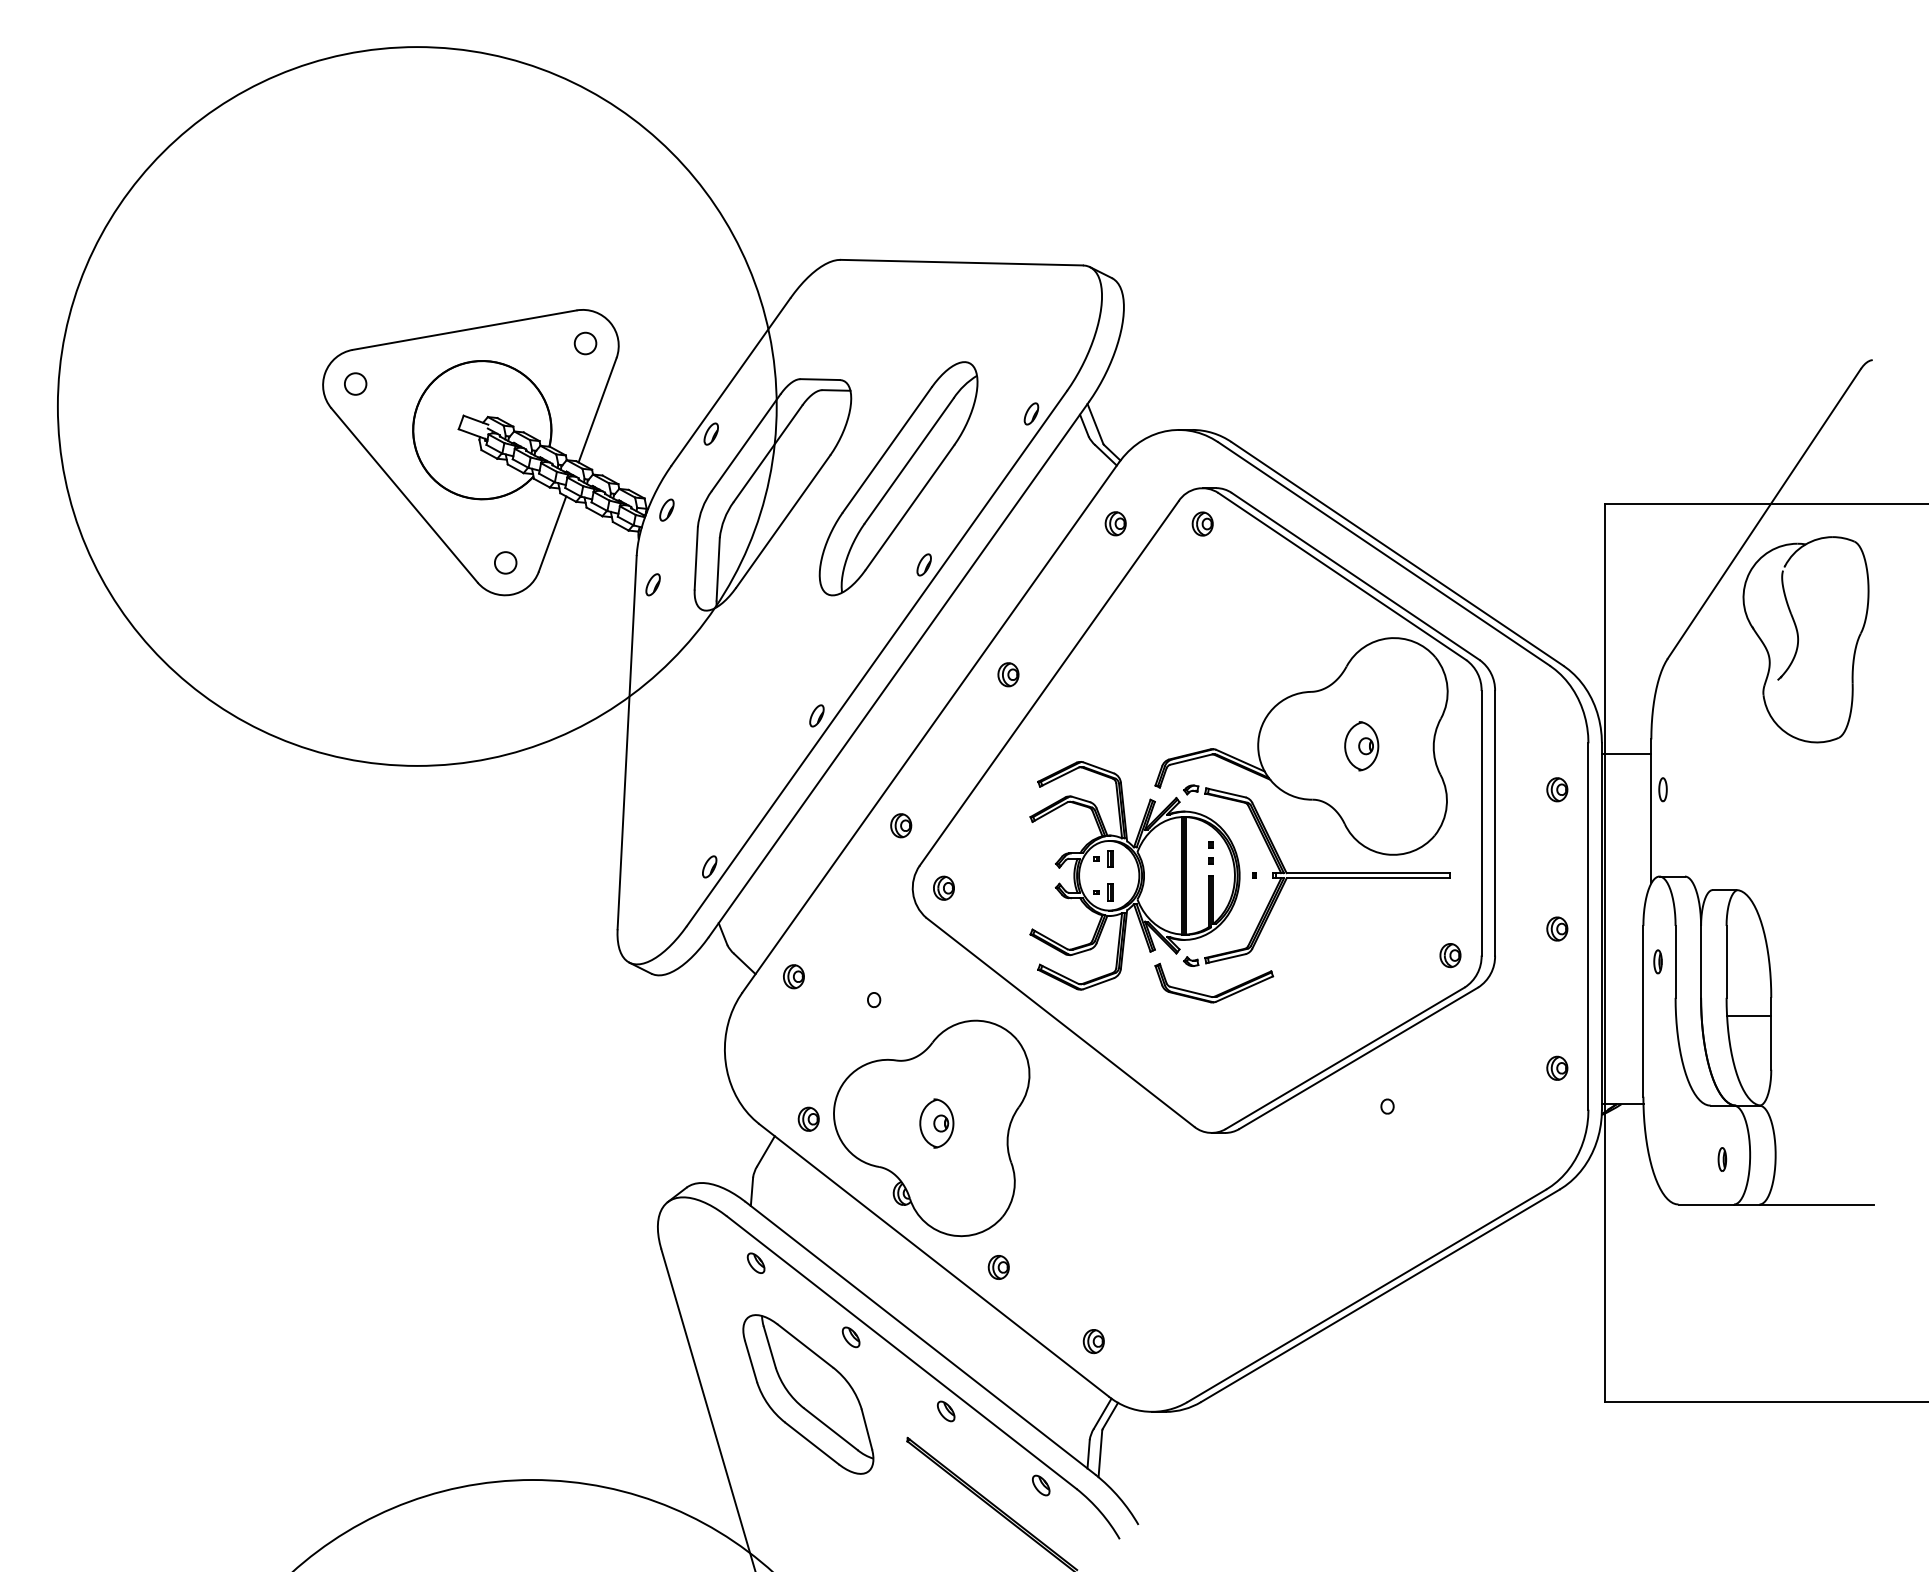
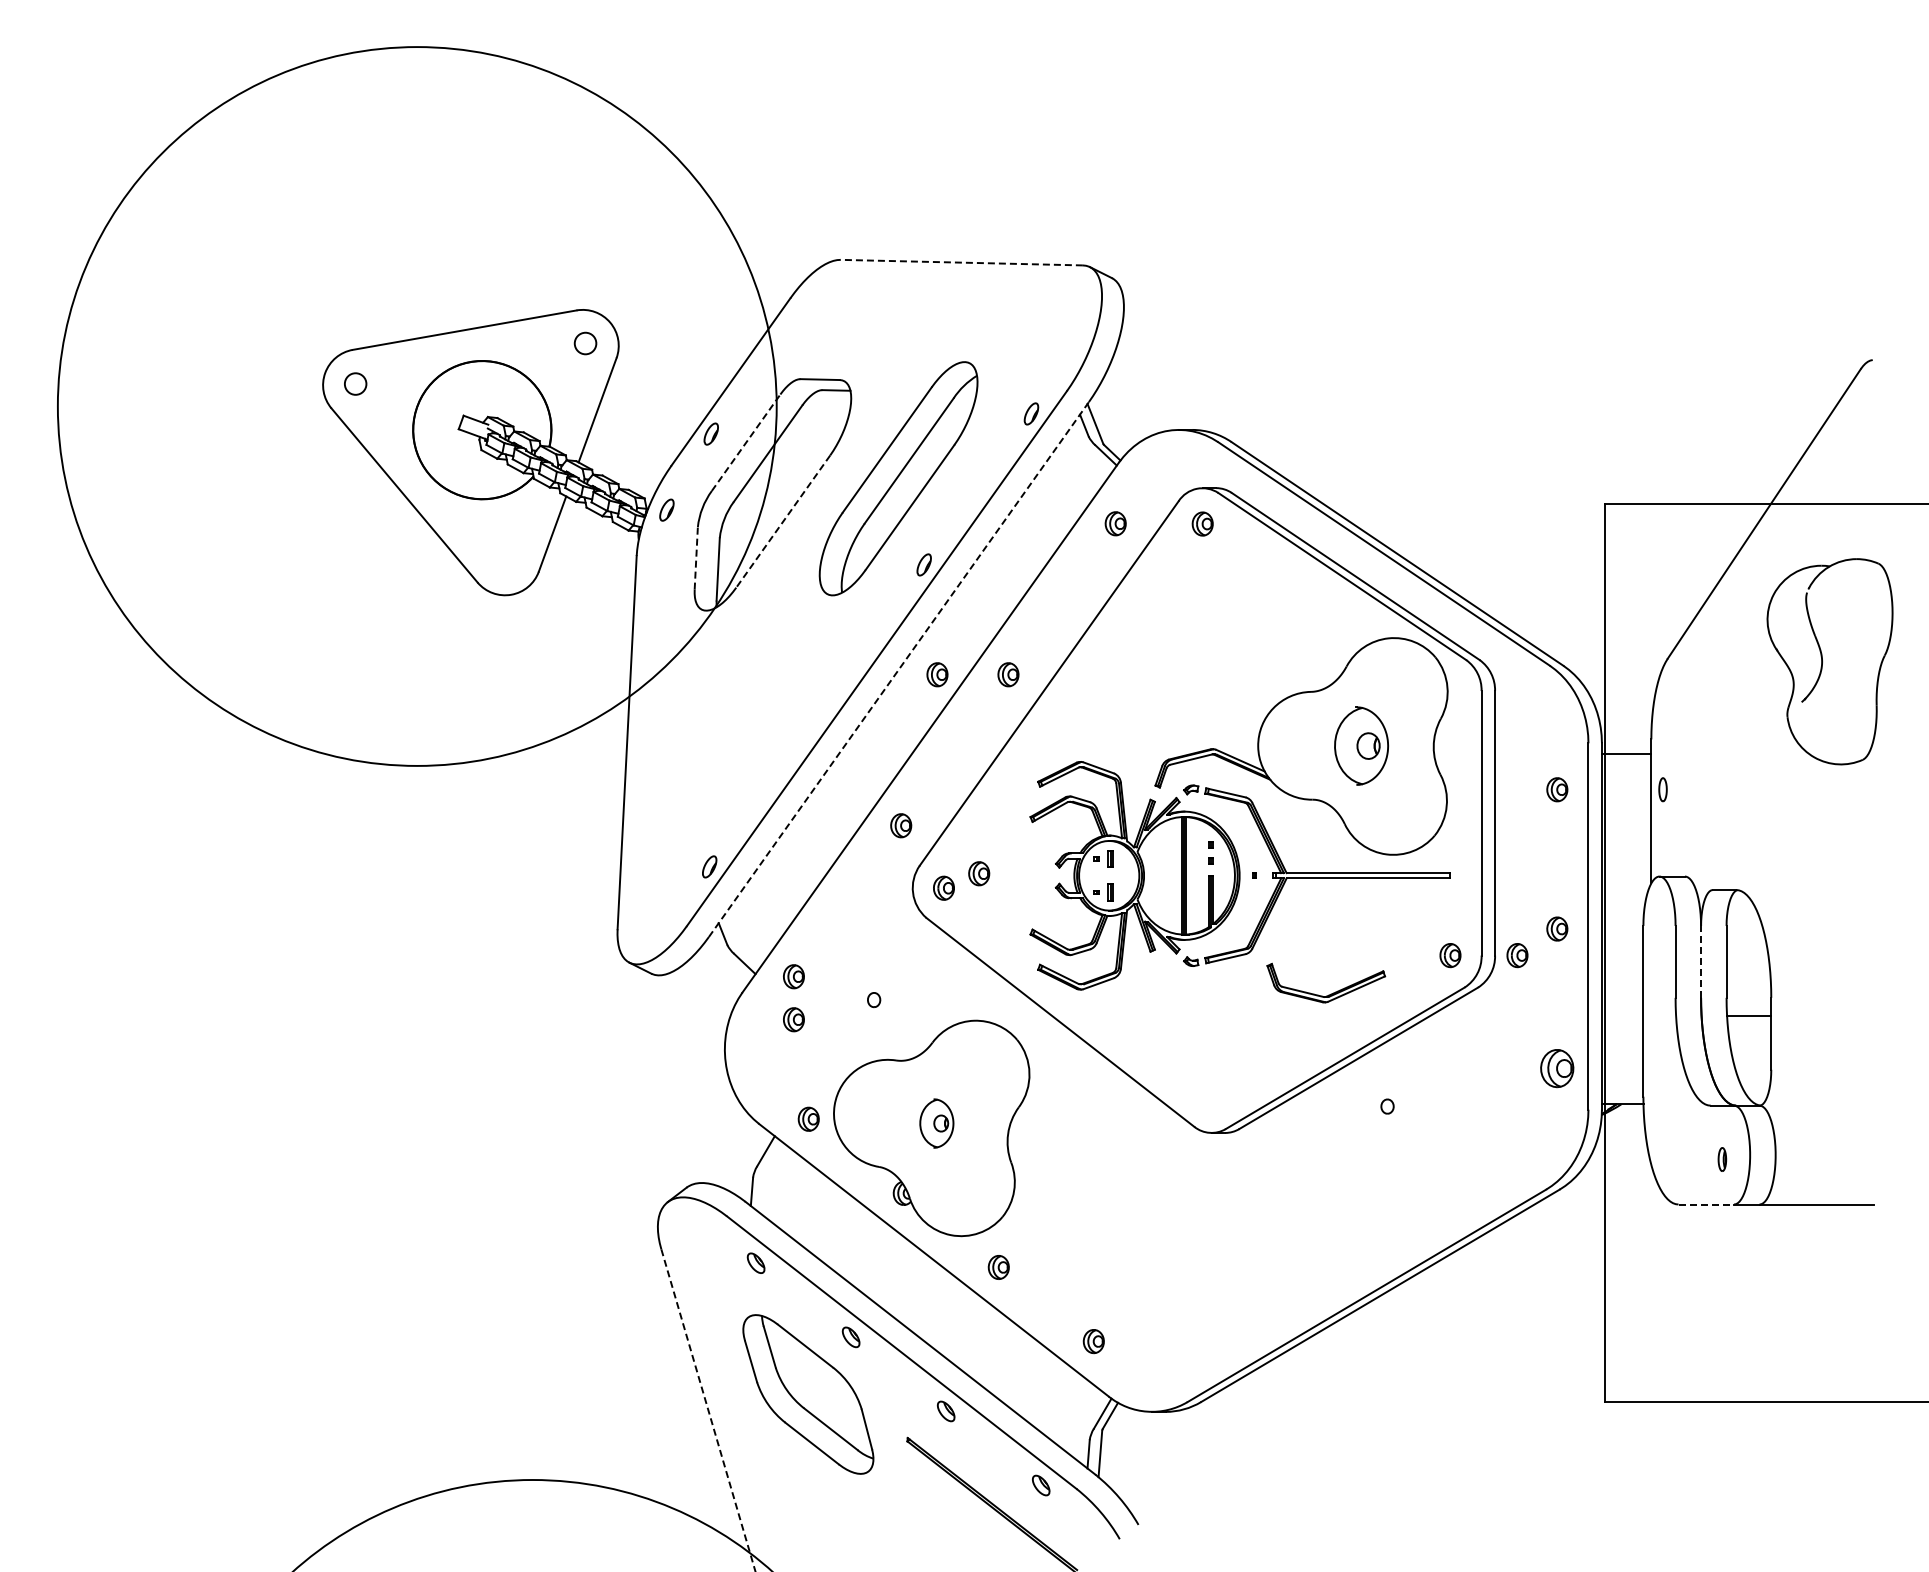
line at (961, 262): solid -> dashed
line at (746, 442): solid -> dashed
line at (782, 521): solid -> dashed
line at (696, 557): solid -> dashed
circle at (505, 562): present -> none
part at (652, 584): present -> none
part at (1805, 639) position: (1805, 639) -> (1829, 661)
line at (899, 669): solid -> dashed
part at (937, 674): none -> present
part at (816, 715): present -> none
part at (1361, 746) size: 36x51 px -> 55x80 px
part at (979, 873): none -> present
part at (1517, 955): none -> present
part at (1657, 961): present -> none
line at (1701, 961): solid -> dashed
part at (1218, 993) position: (1218, 993) -> (1330, 993)
part at (793, 1019): none -> present
part at (1557, 1067) size: 23x26 px -> 35x40 px
line at (1706, 1204): solid -> dashed
line at (708, 1410): solid -> dashed
